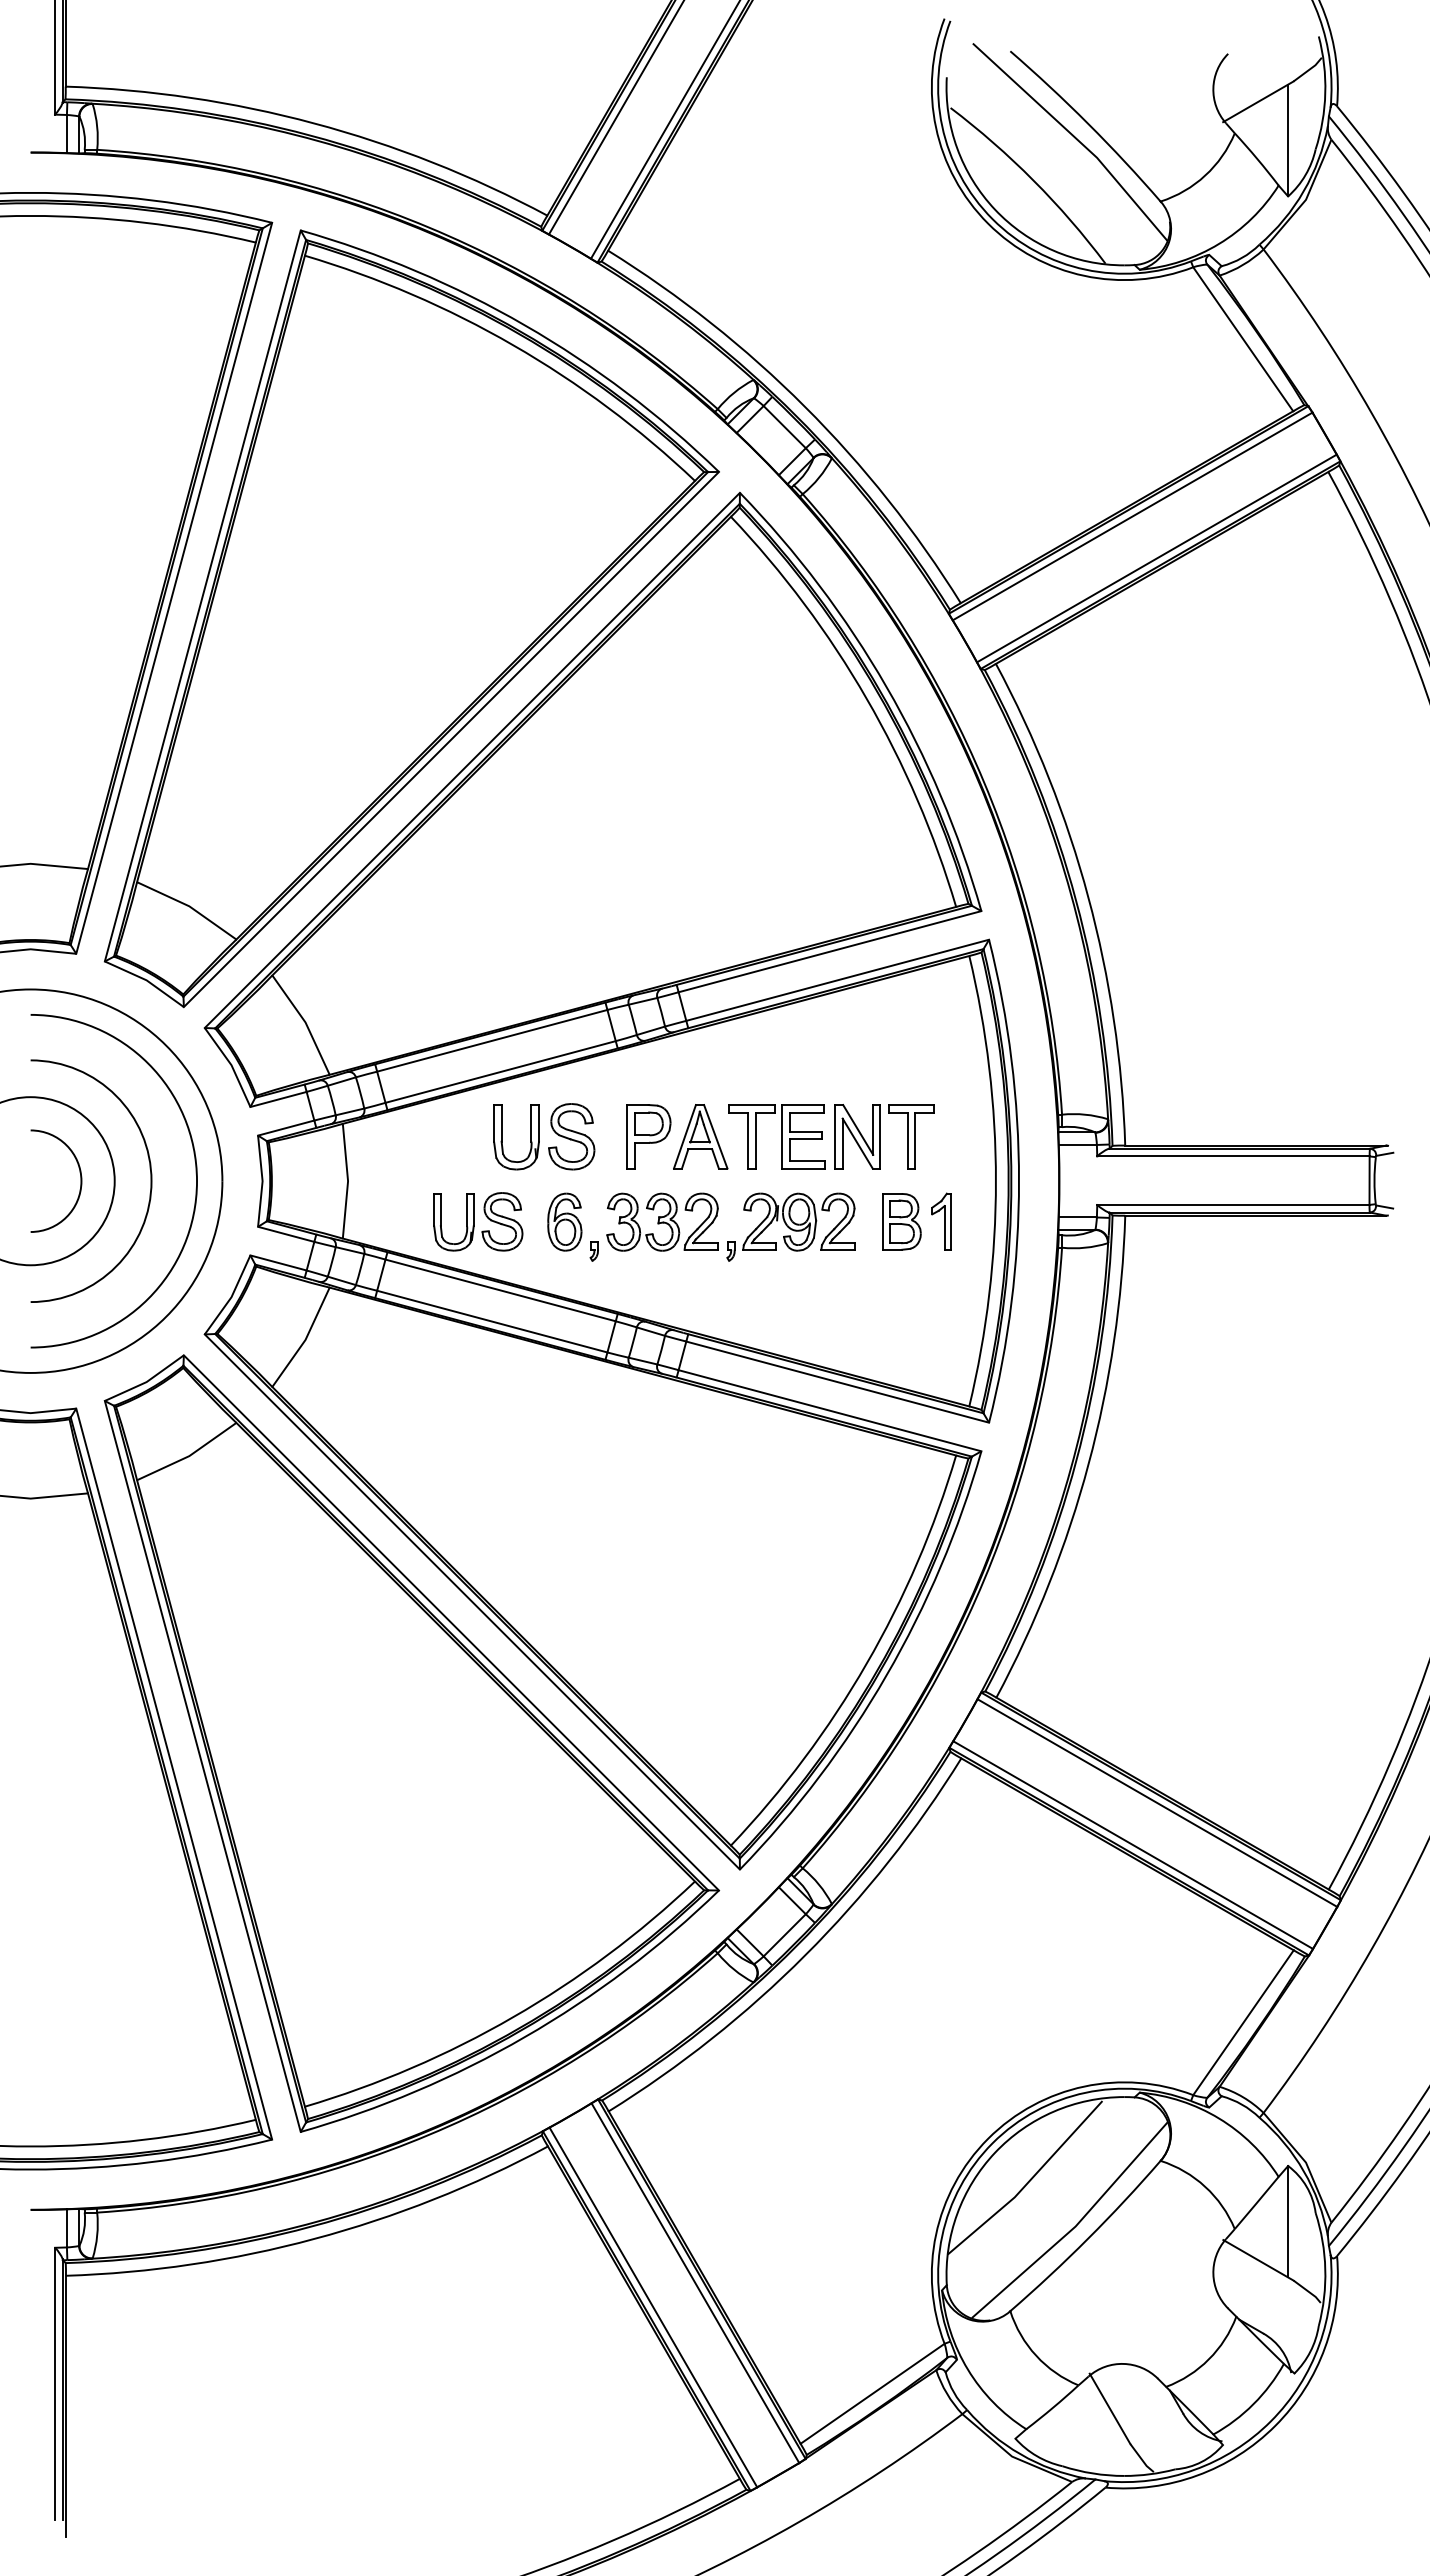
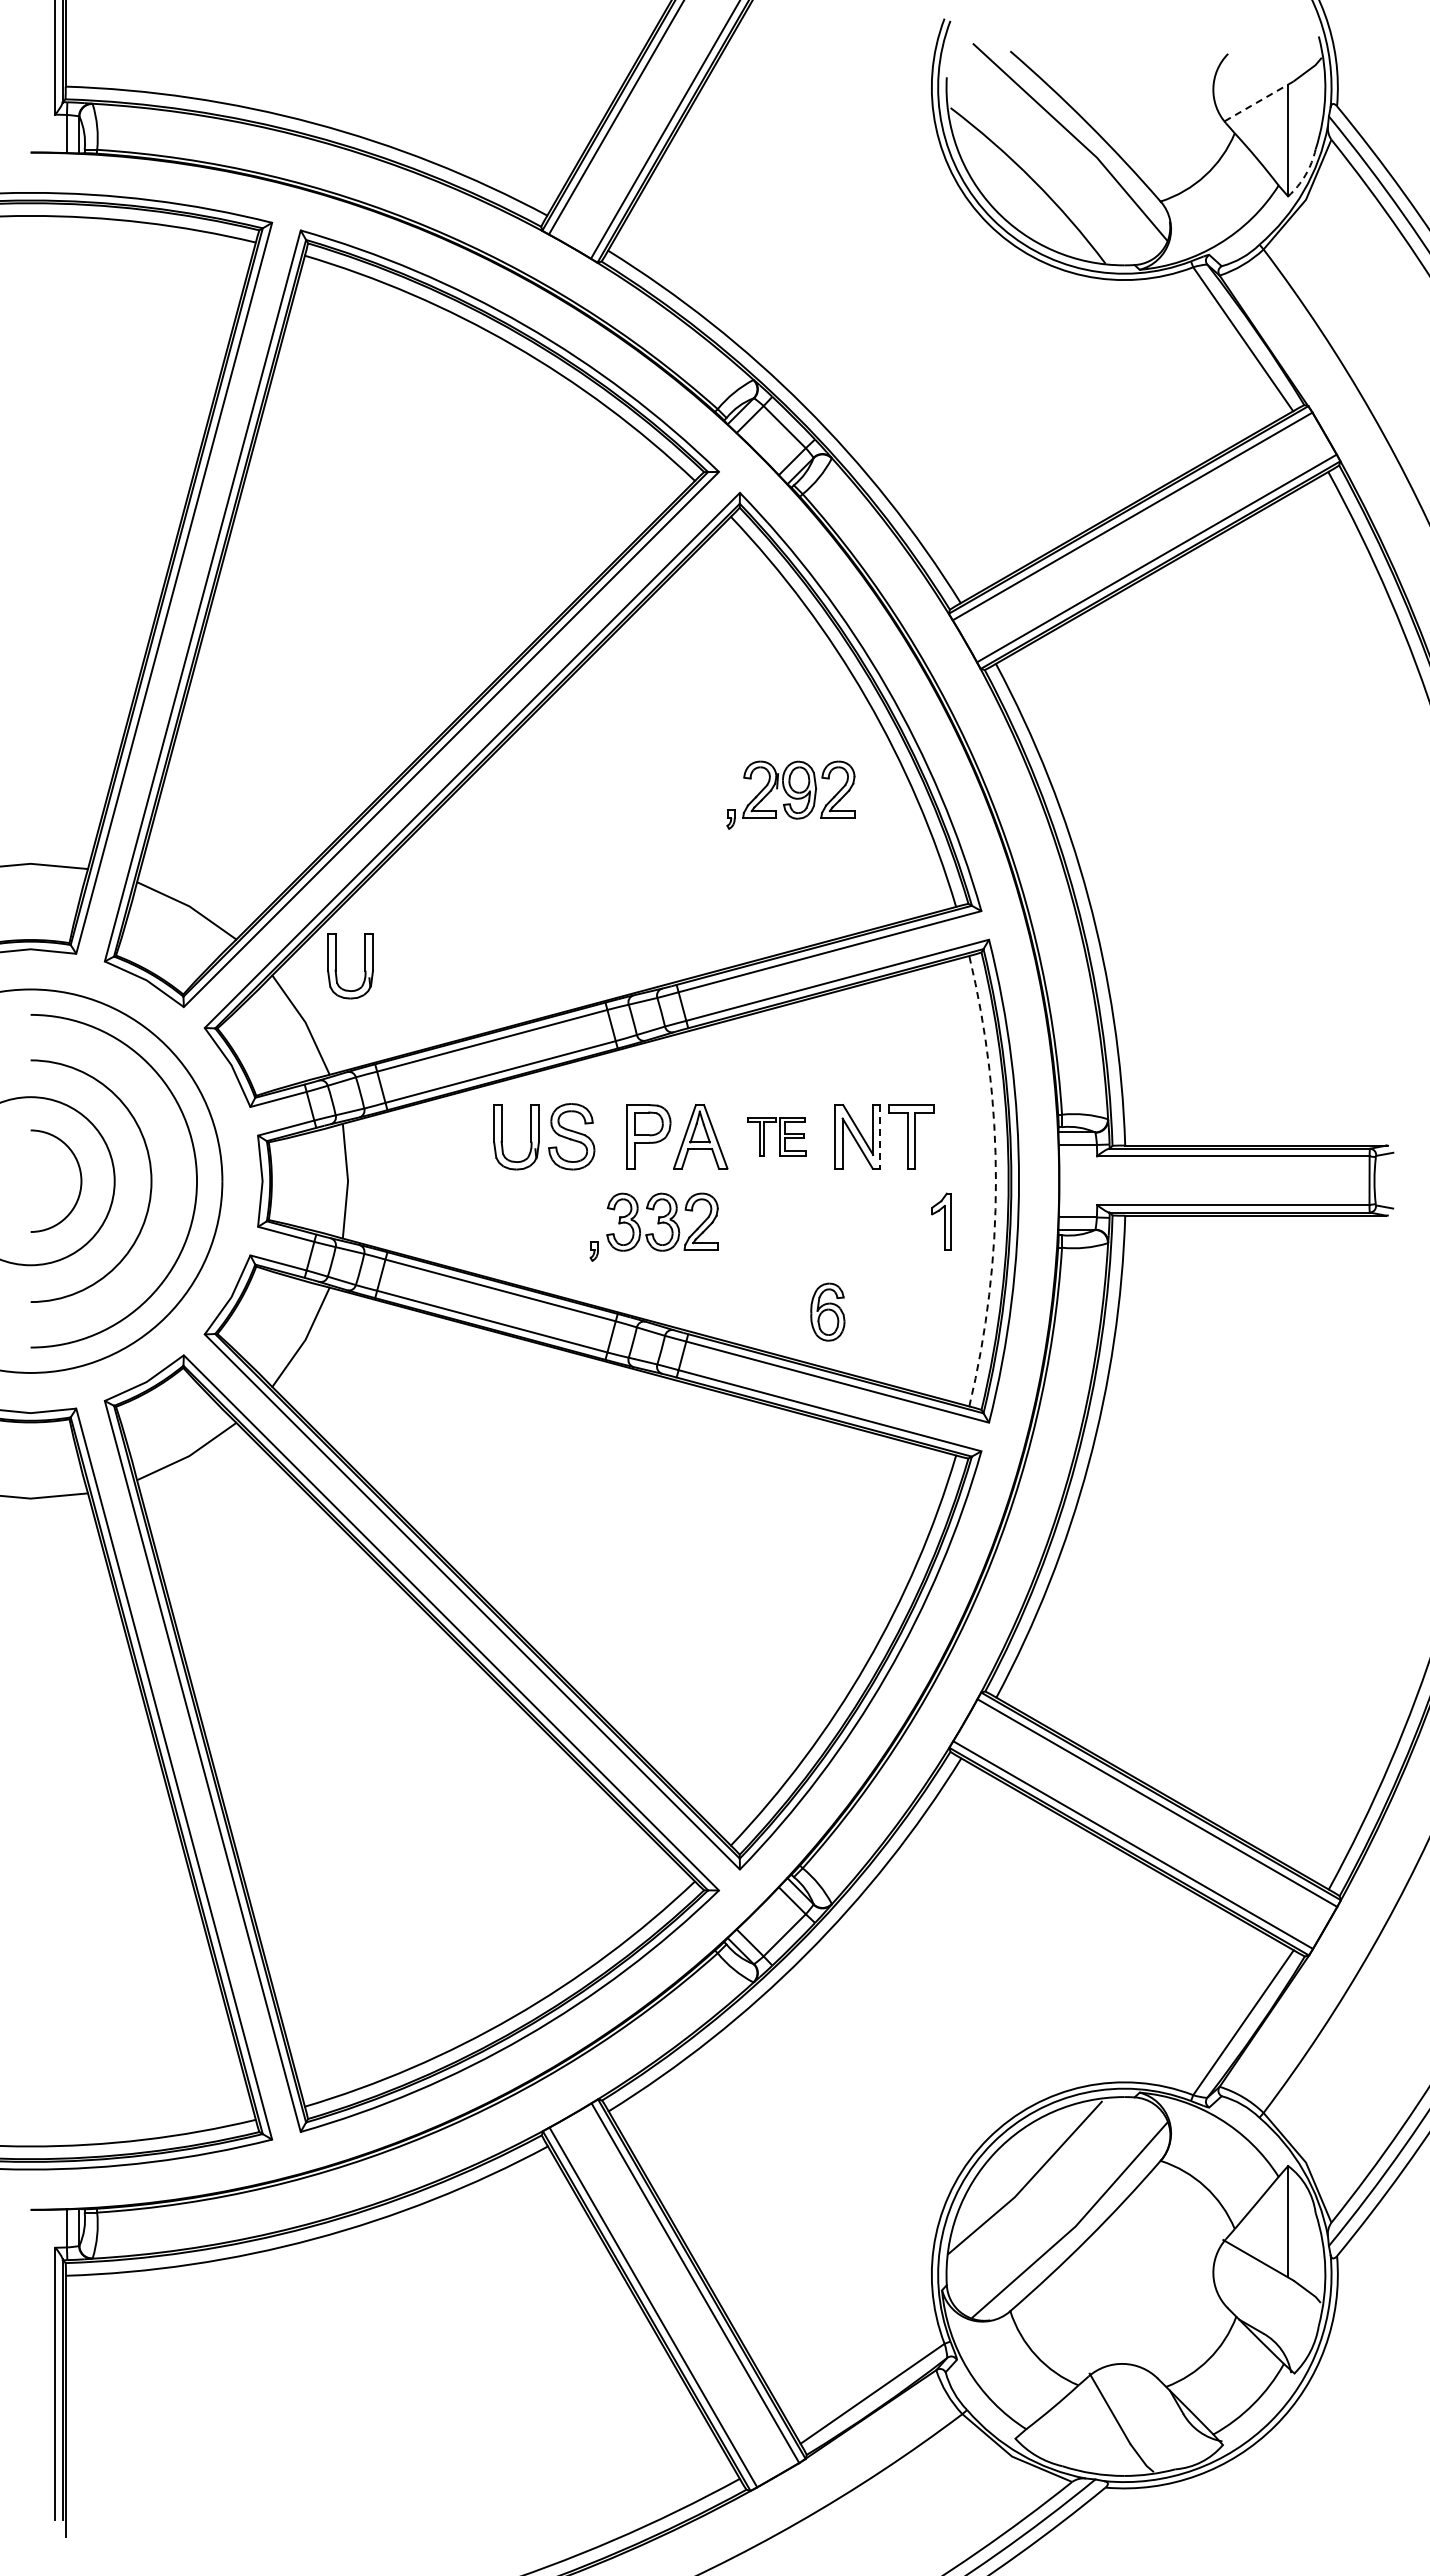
line at (1258, 101): solid -> dashed
arc at (1305, 175): solid -> dashed
part at (336, 966): none -> present
part at (776, 1136) size: 98x66 px -> 60x40 px
line at (880, 1136): solid -> dashed
arc at (995, 1181): solid -> dashed
part at (478, 1221): present -> none
part at (564, 1221) position: (564, 1221) -> (827, 1311)
part at (901, 1221): present -> none
part at (790, 1226) position: (790, 1226) -> (790, 794)
